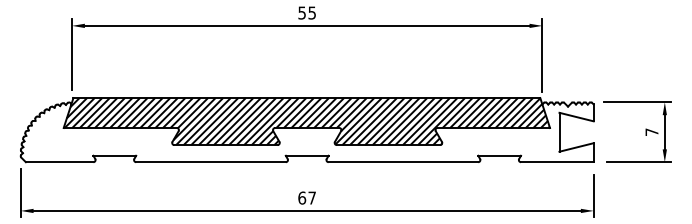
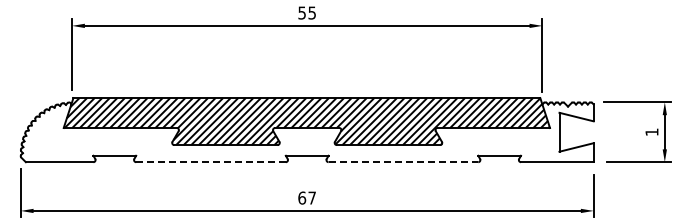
text at (651, 131): 7 -> 1
line at (211, 162): solid -> dashed
line at (403, 162): solid -> dashed
